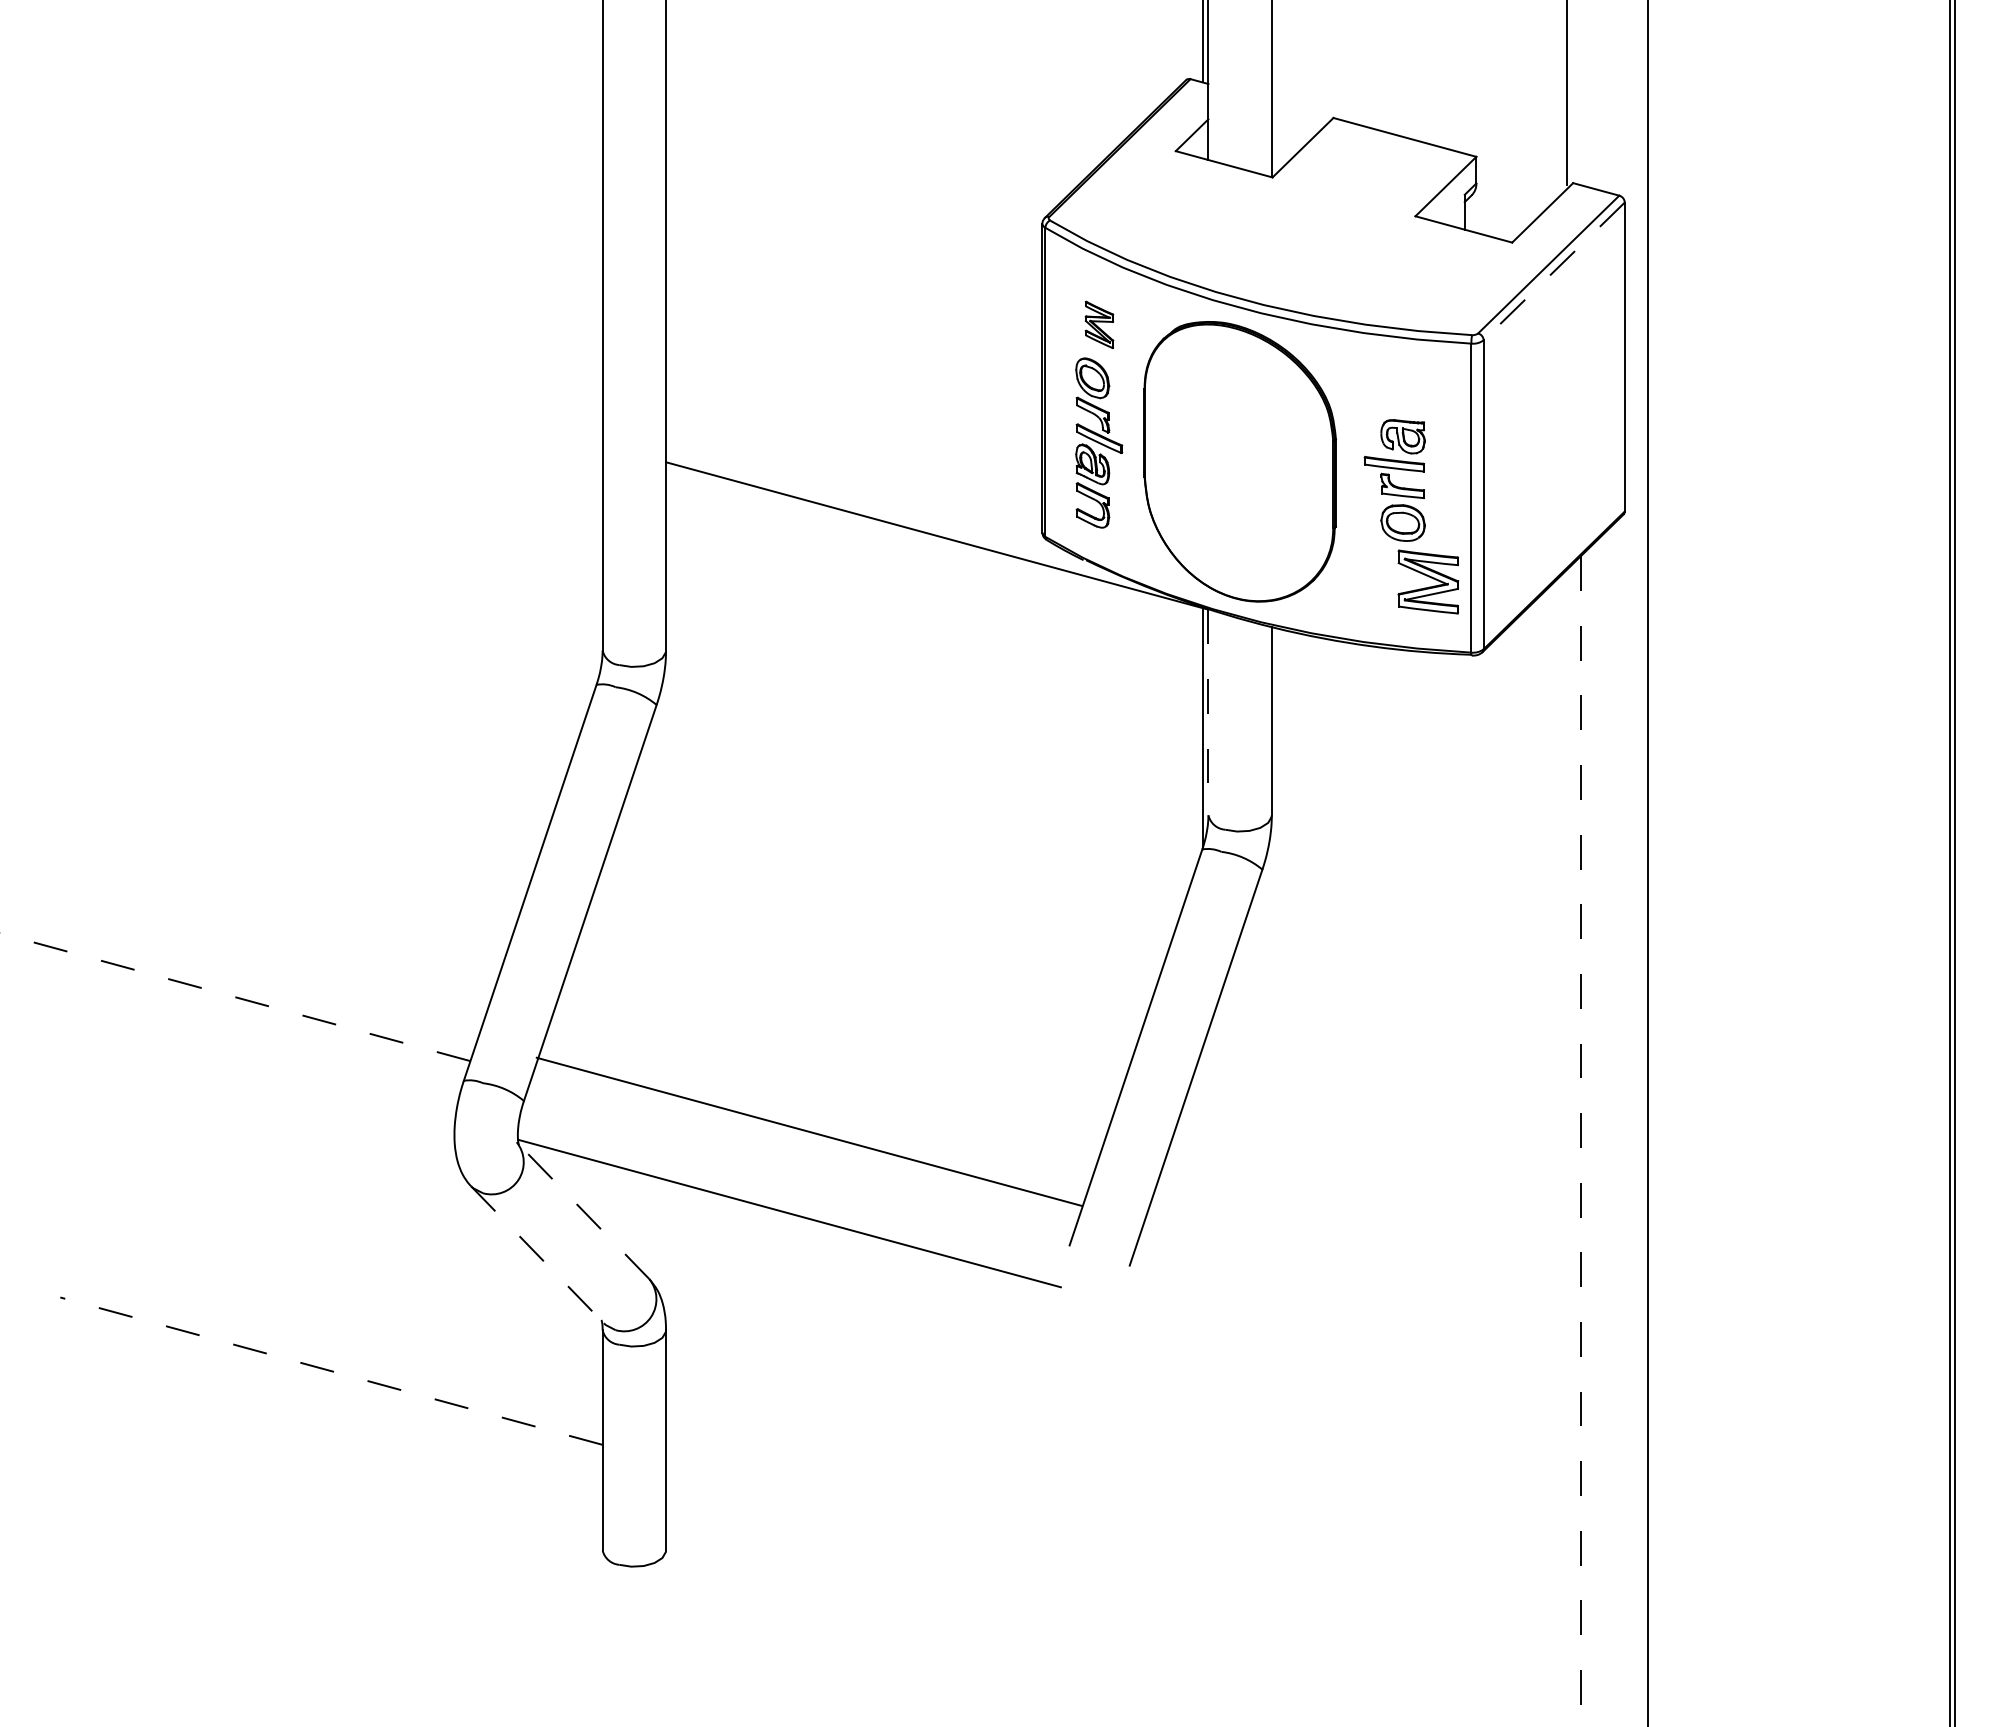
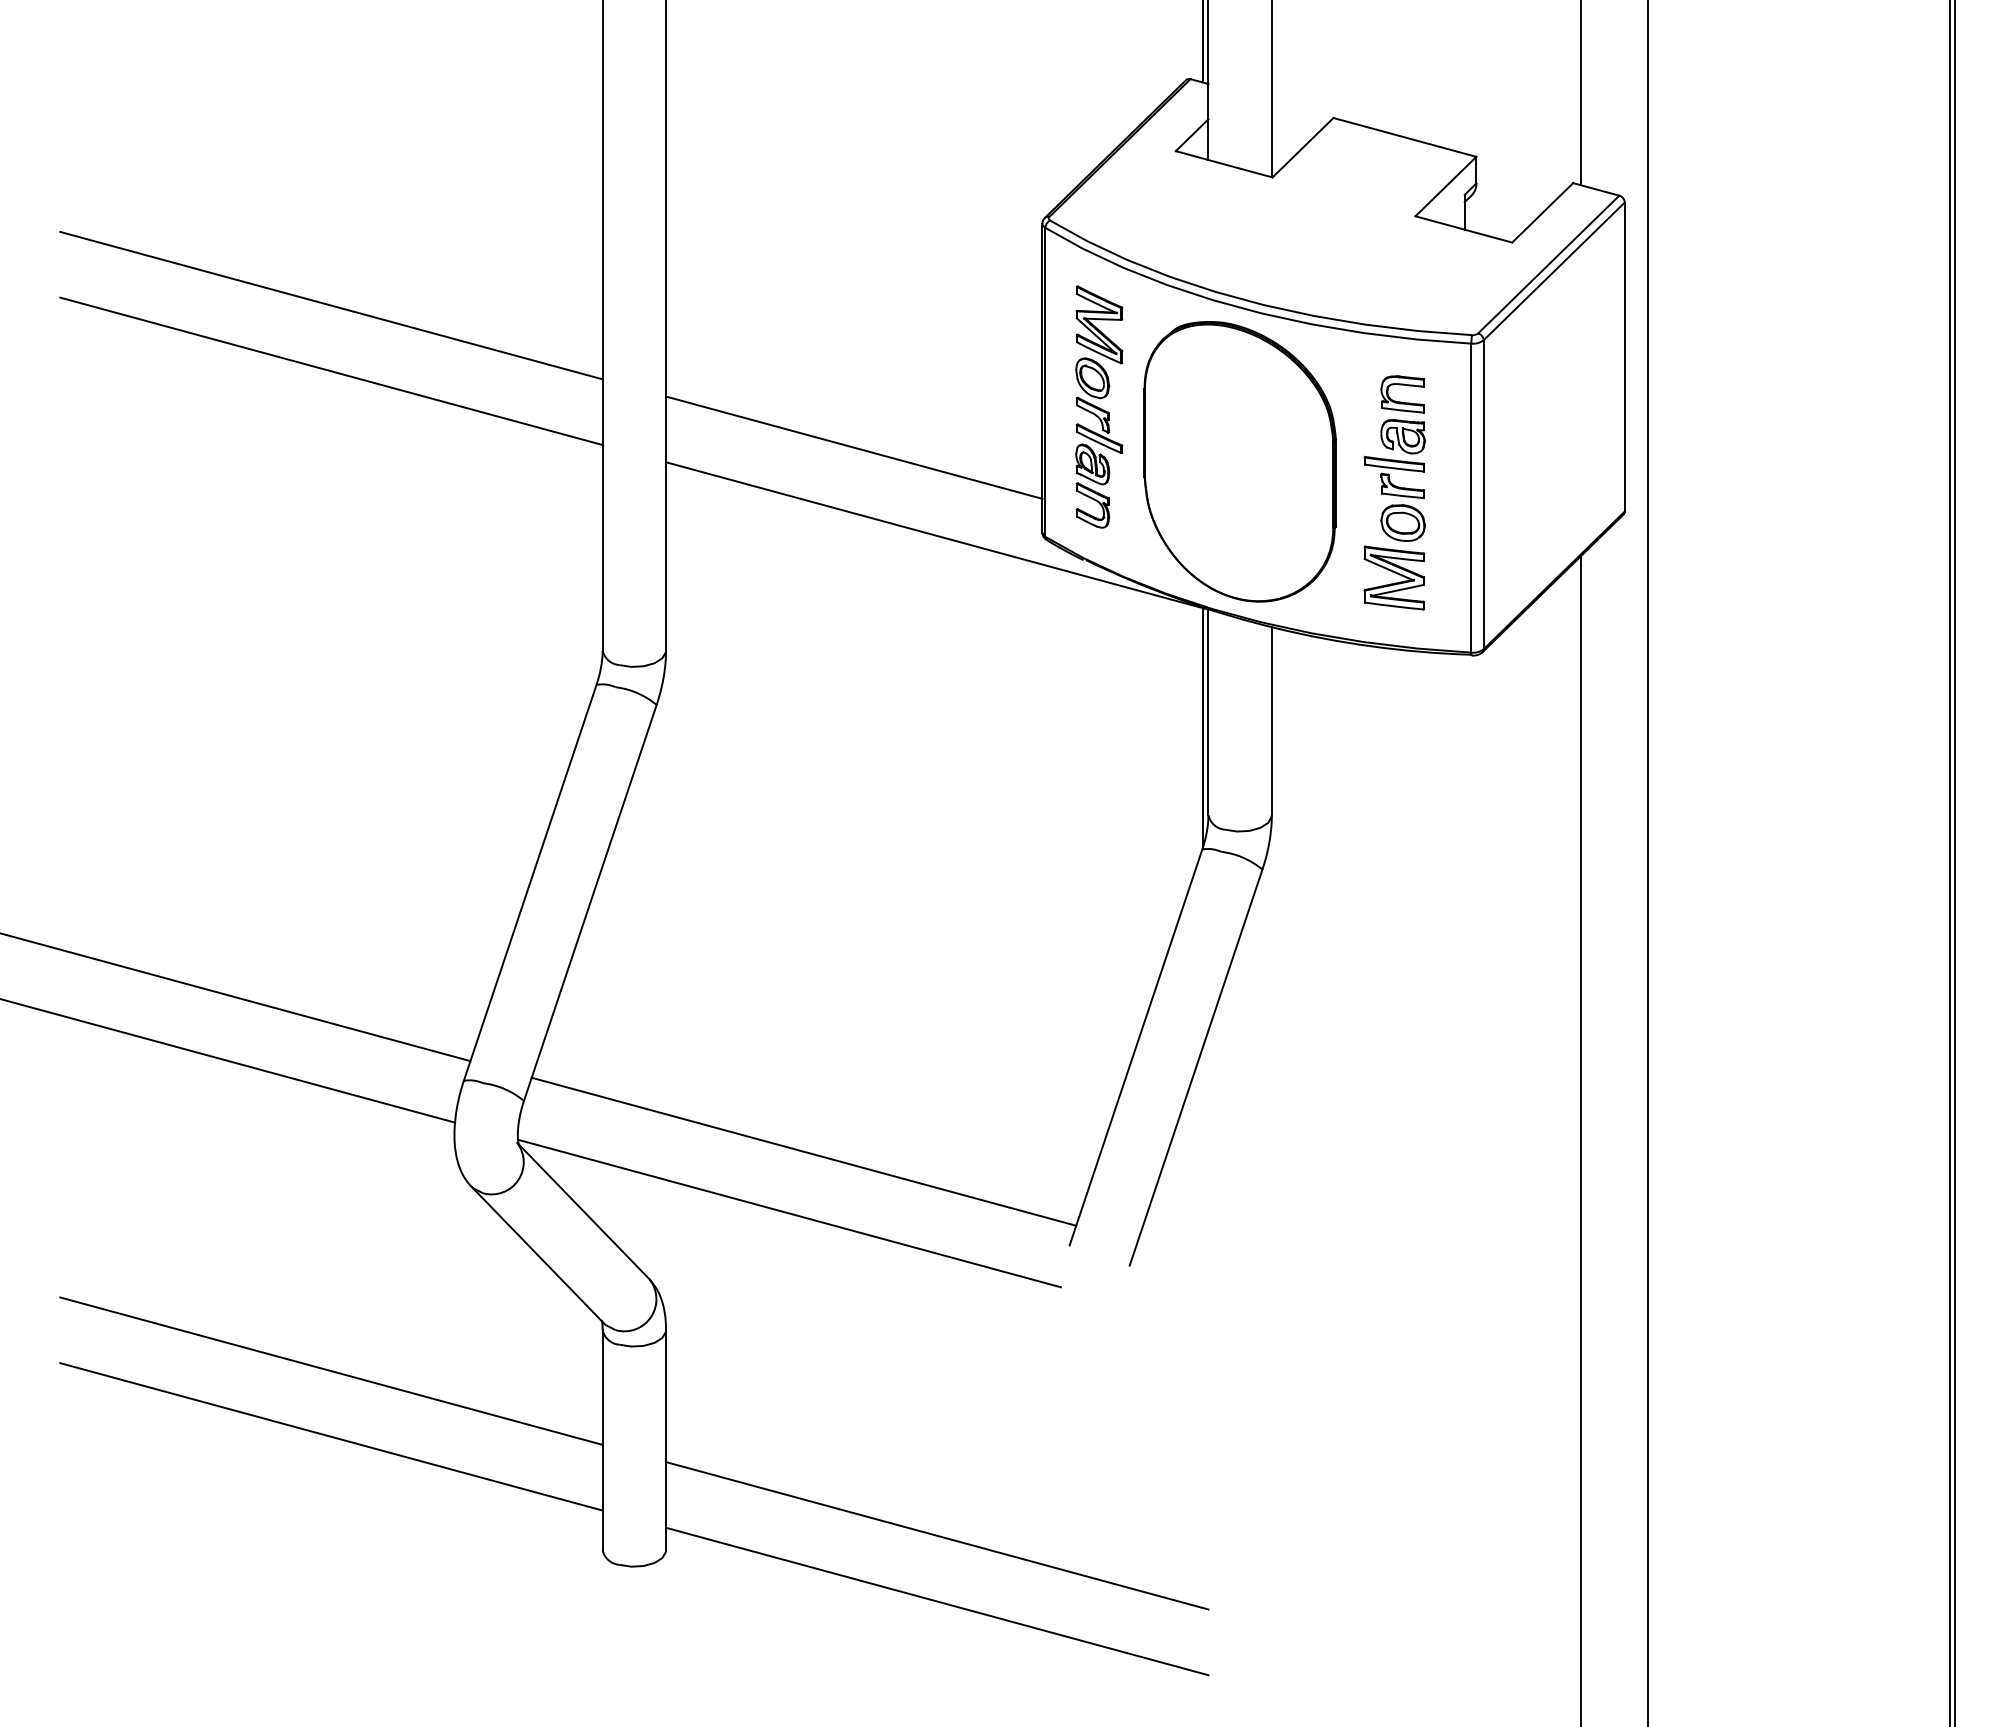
line at (1566, 93) position: (1566, 93) -> (1580, 93)
line at (1554, 271): dashed -> solid
line at (331, 305): none -> present
part at (1099, 324) size: 31x50 px -> 49x80 px
line at (331, 371): none -> present
part at (1402, 401): none -> present
line at (854, 447): none -> present
part at (1427, 581) position: (1427, 581) -> (1393, 577)
line at (1208, 712): dashed -> solid
line at (235, 997): dashed -> solid
line at (228, 1060): none -> present
line at (808, 1131) position: (808, 1131) -> (803, 1151)
line at (1580, 1142): dashed -> solid
line at (583, 1211): dashed -> solid
line at (537, 1255): dashed -> solid
line at (331, 1371): dashed -> solid
line at (331, 1436): none -> present
line at (937, 1535): none -> present
line at (937, 1601): none -> present
